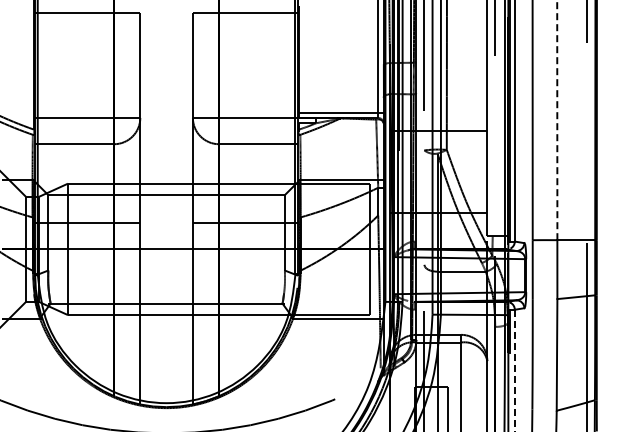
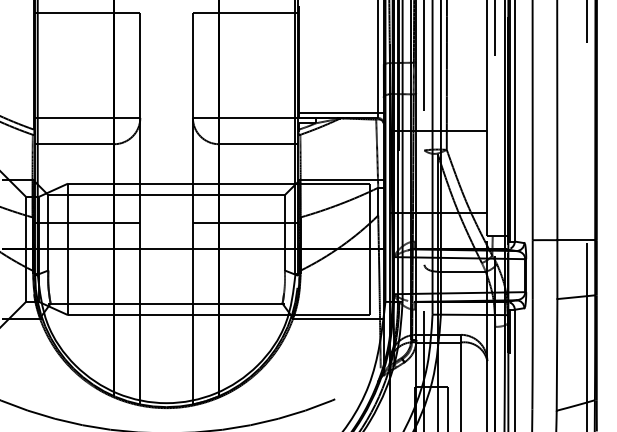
line at (557, 120): dashed -> solid
line at (514, 370): dashed -> solid
